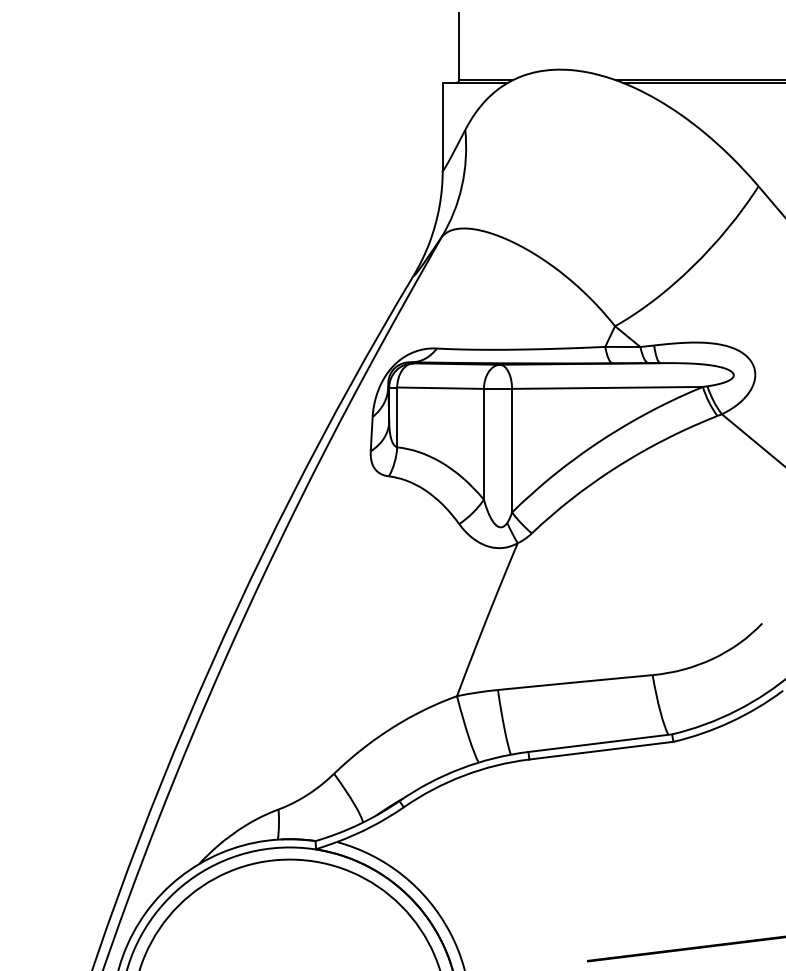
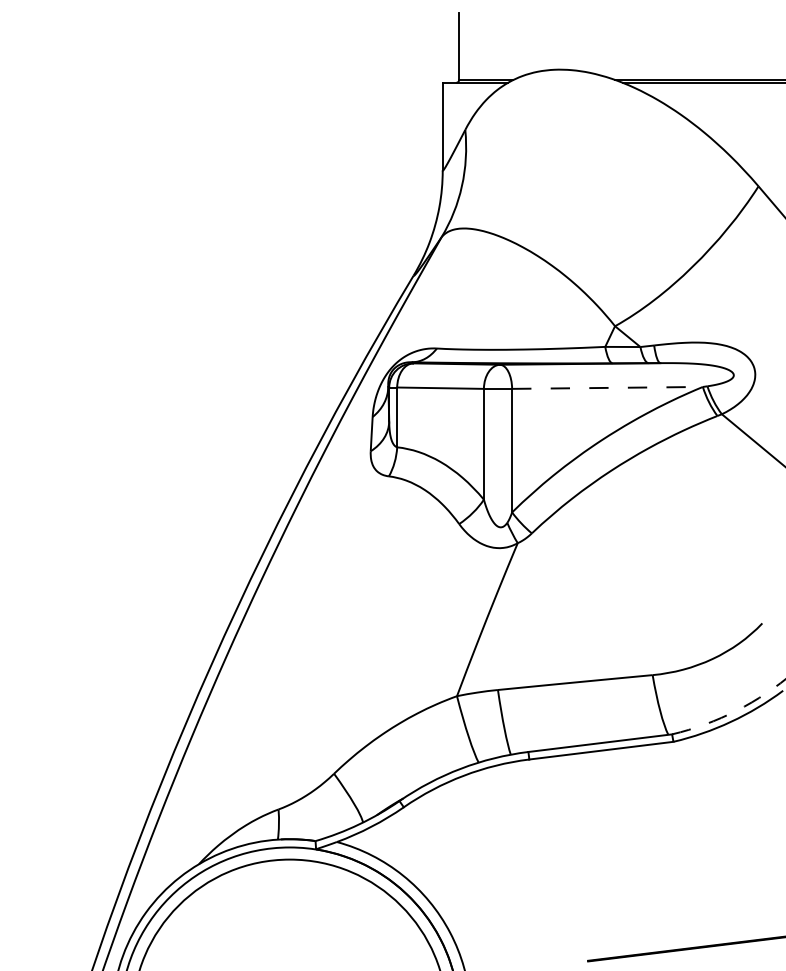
line at (608, 387): solid -> dashed
arc at (732, 712): solid -> dashed
